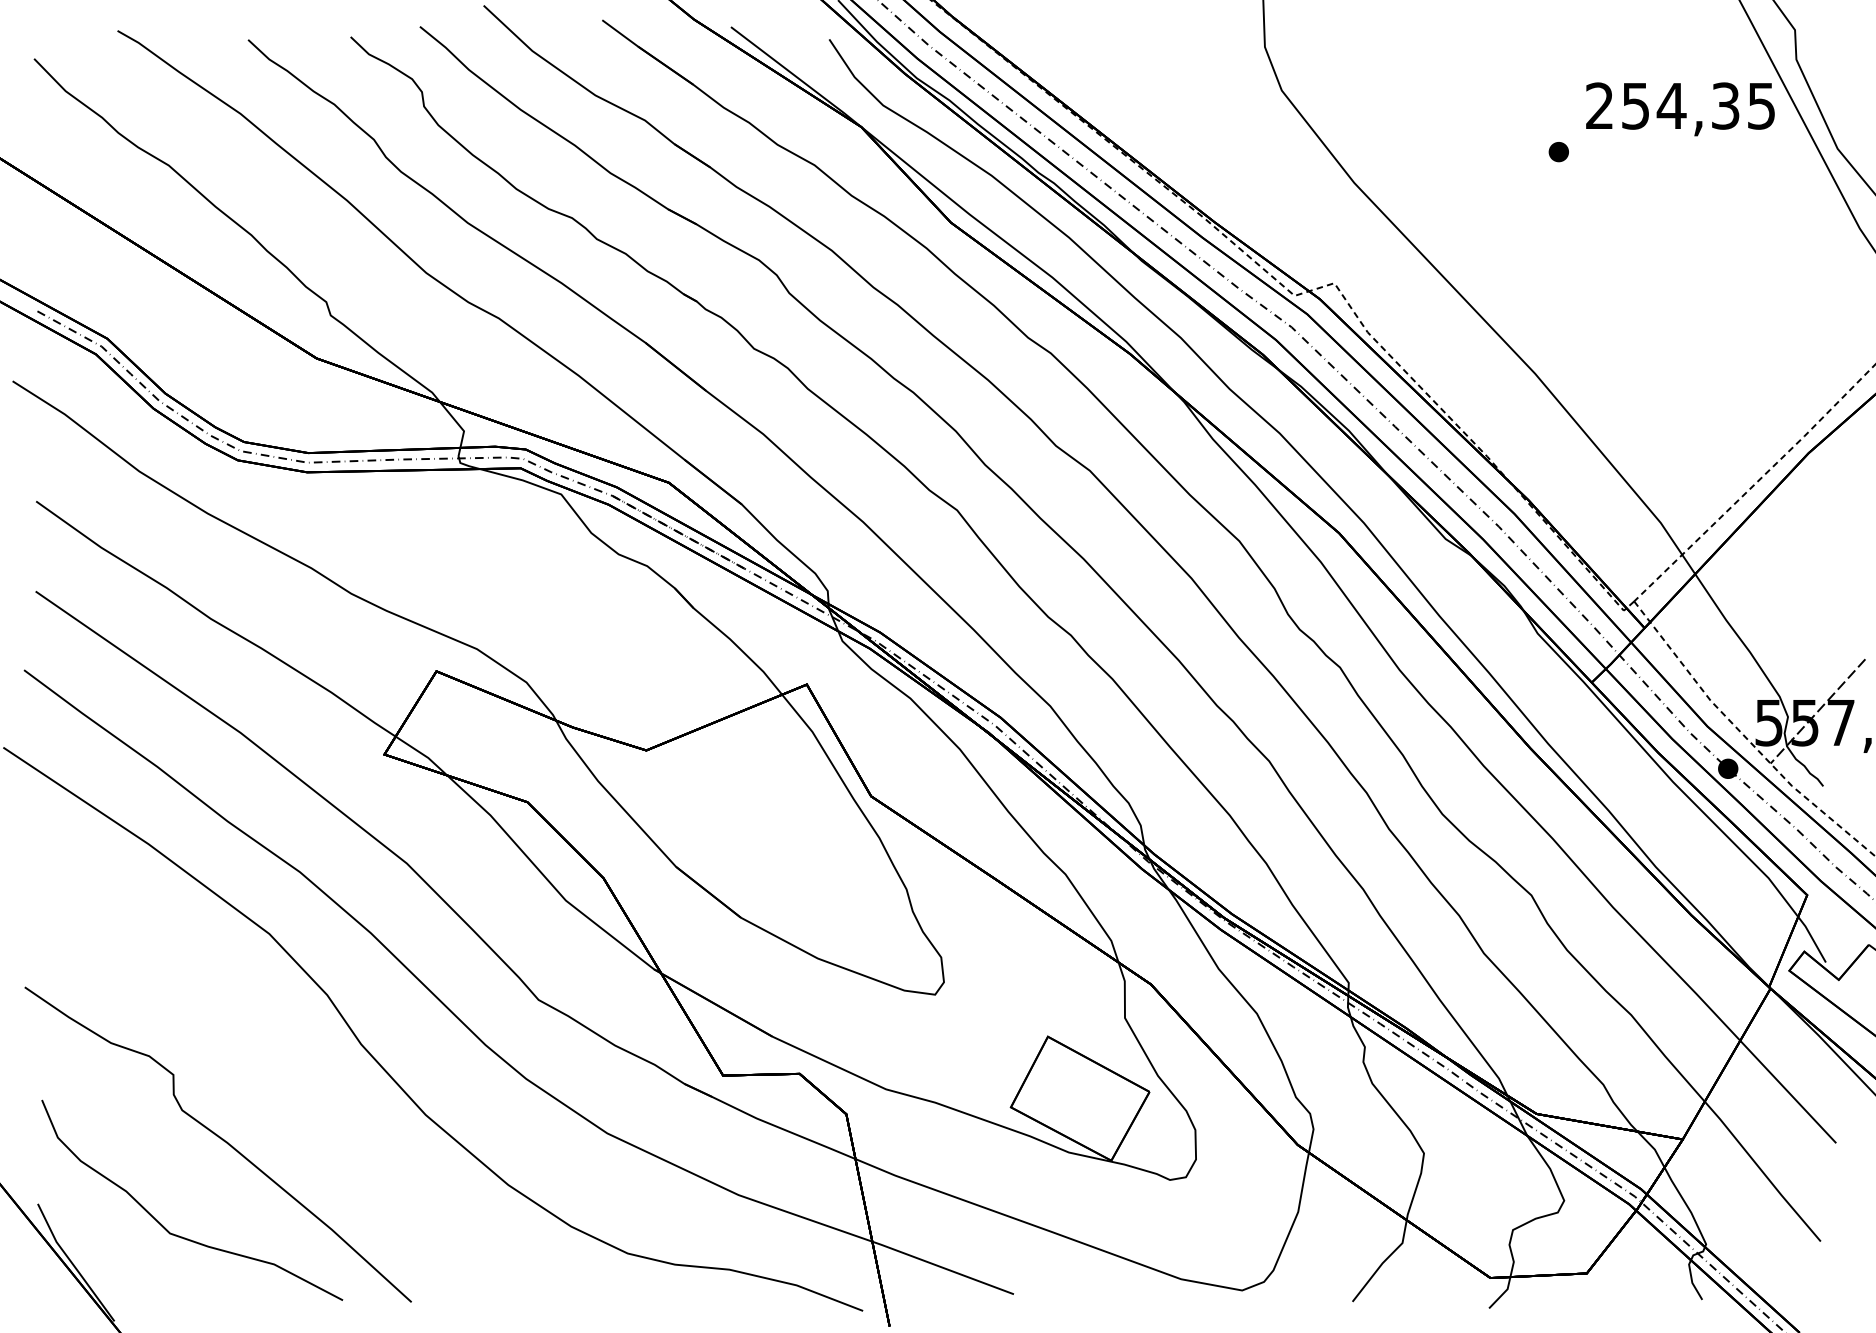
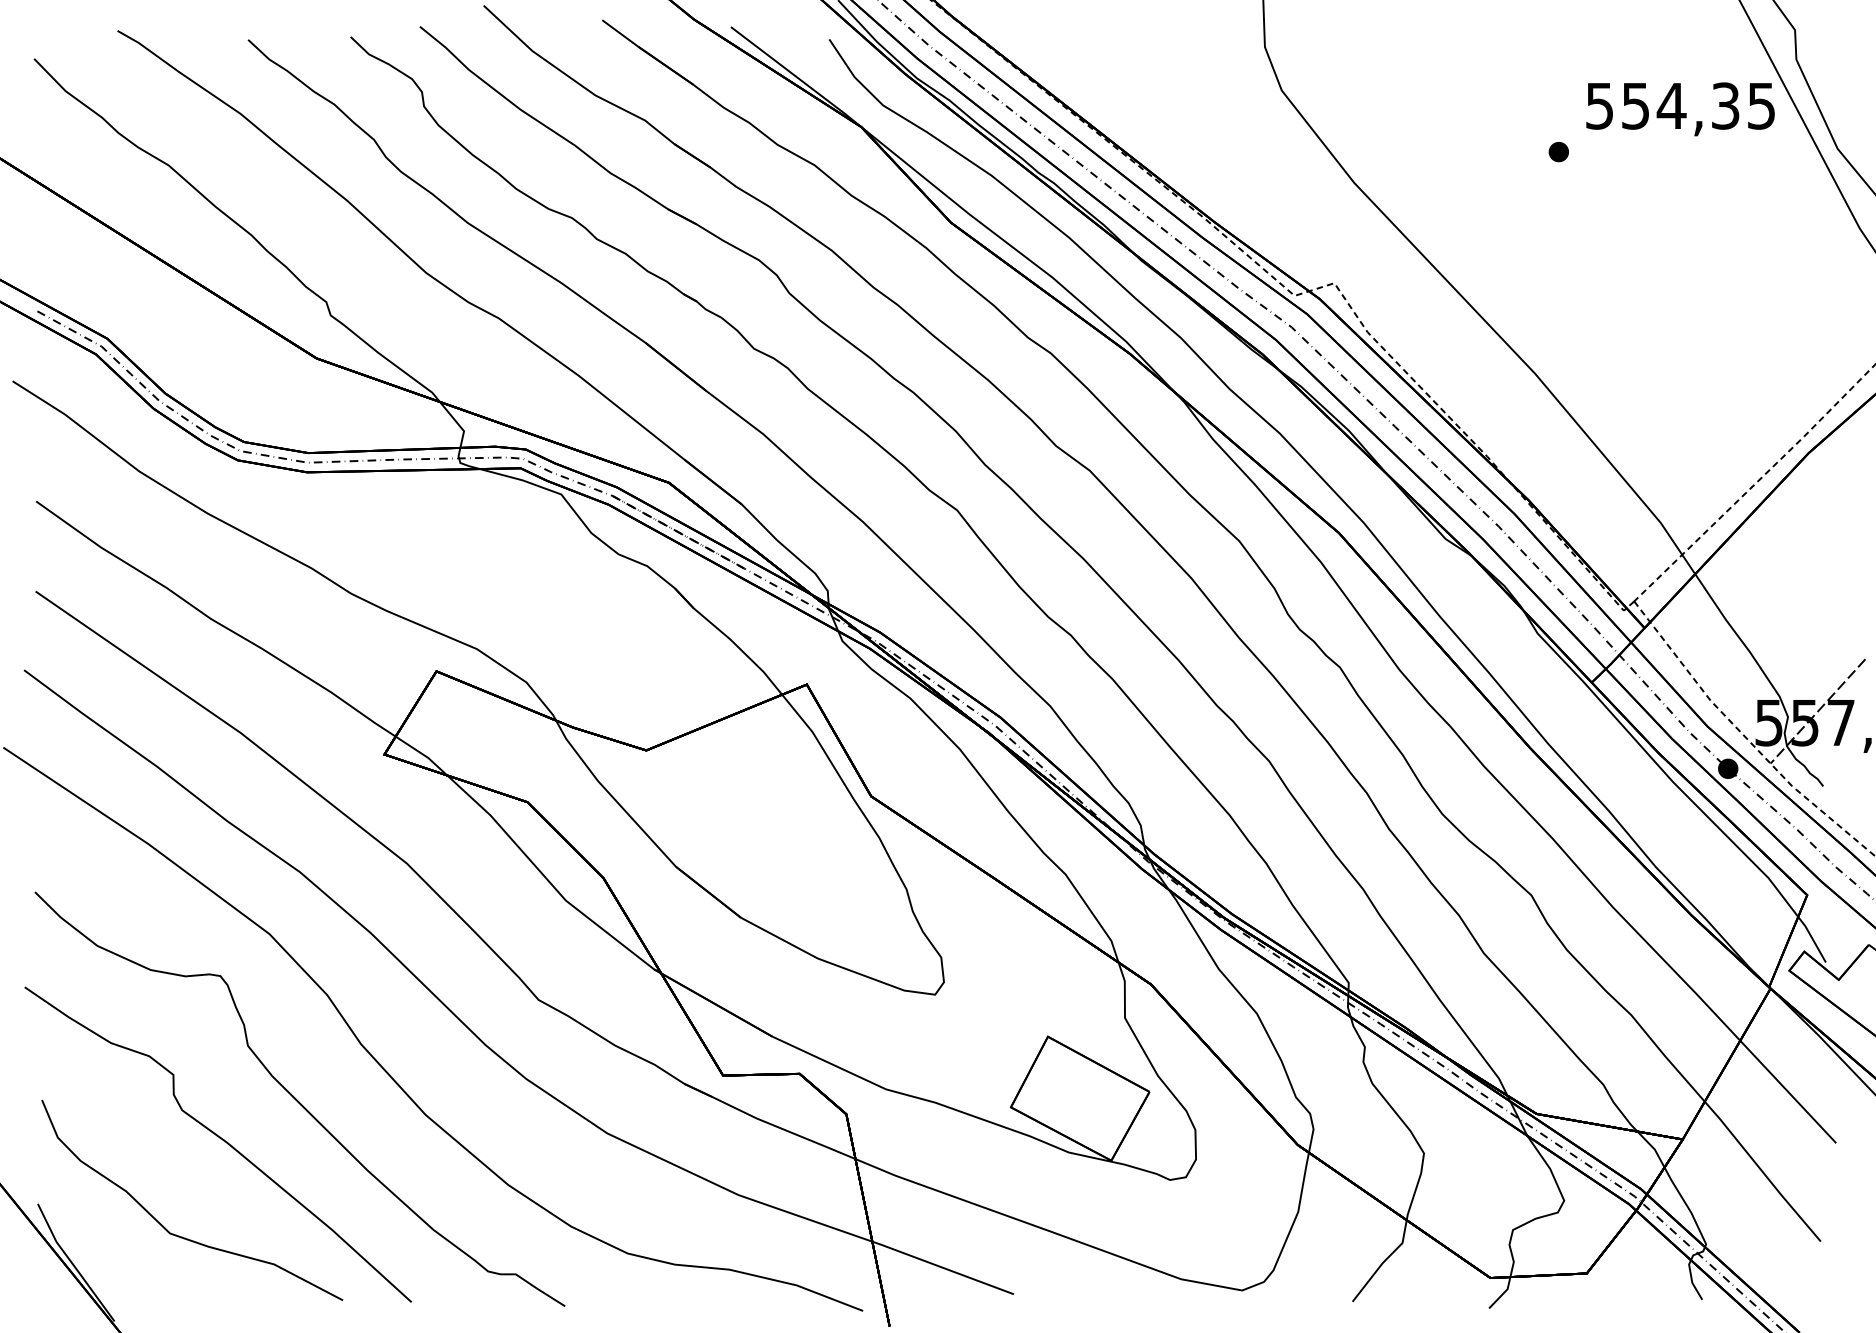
text at (1599, 105): 254,35 -> 554,35
curve at (297, 1099): none -> present
